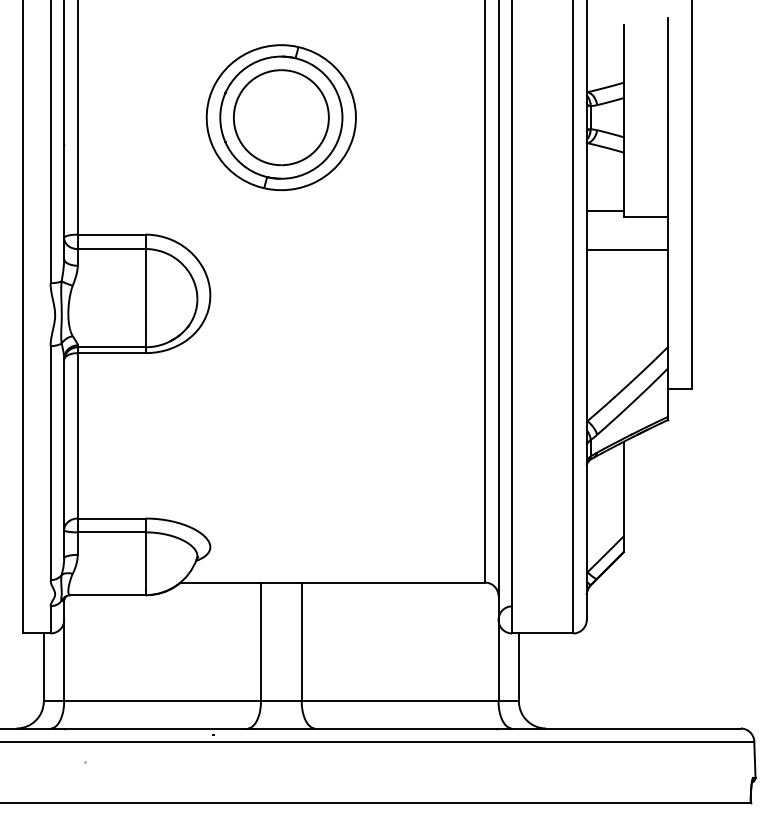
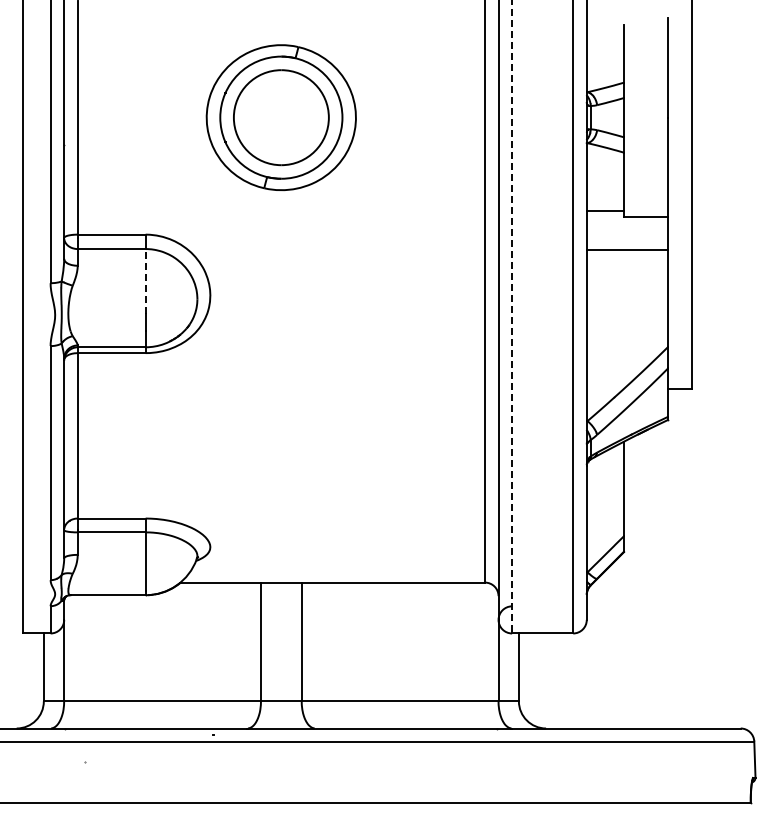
line at (145, 280): solid -> dashed
line at (512, 317): solid -> dashed
